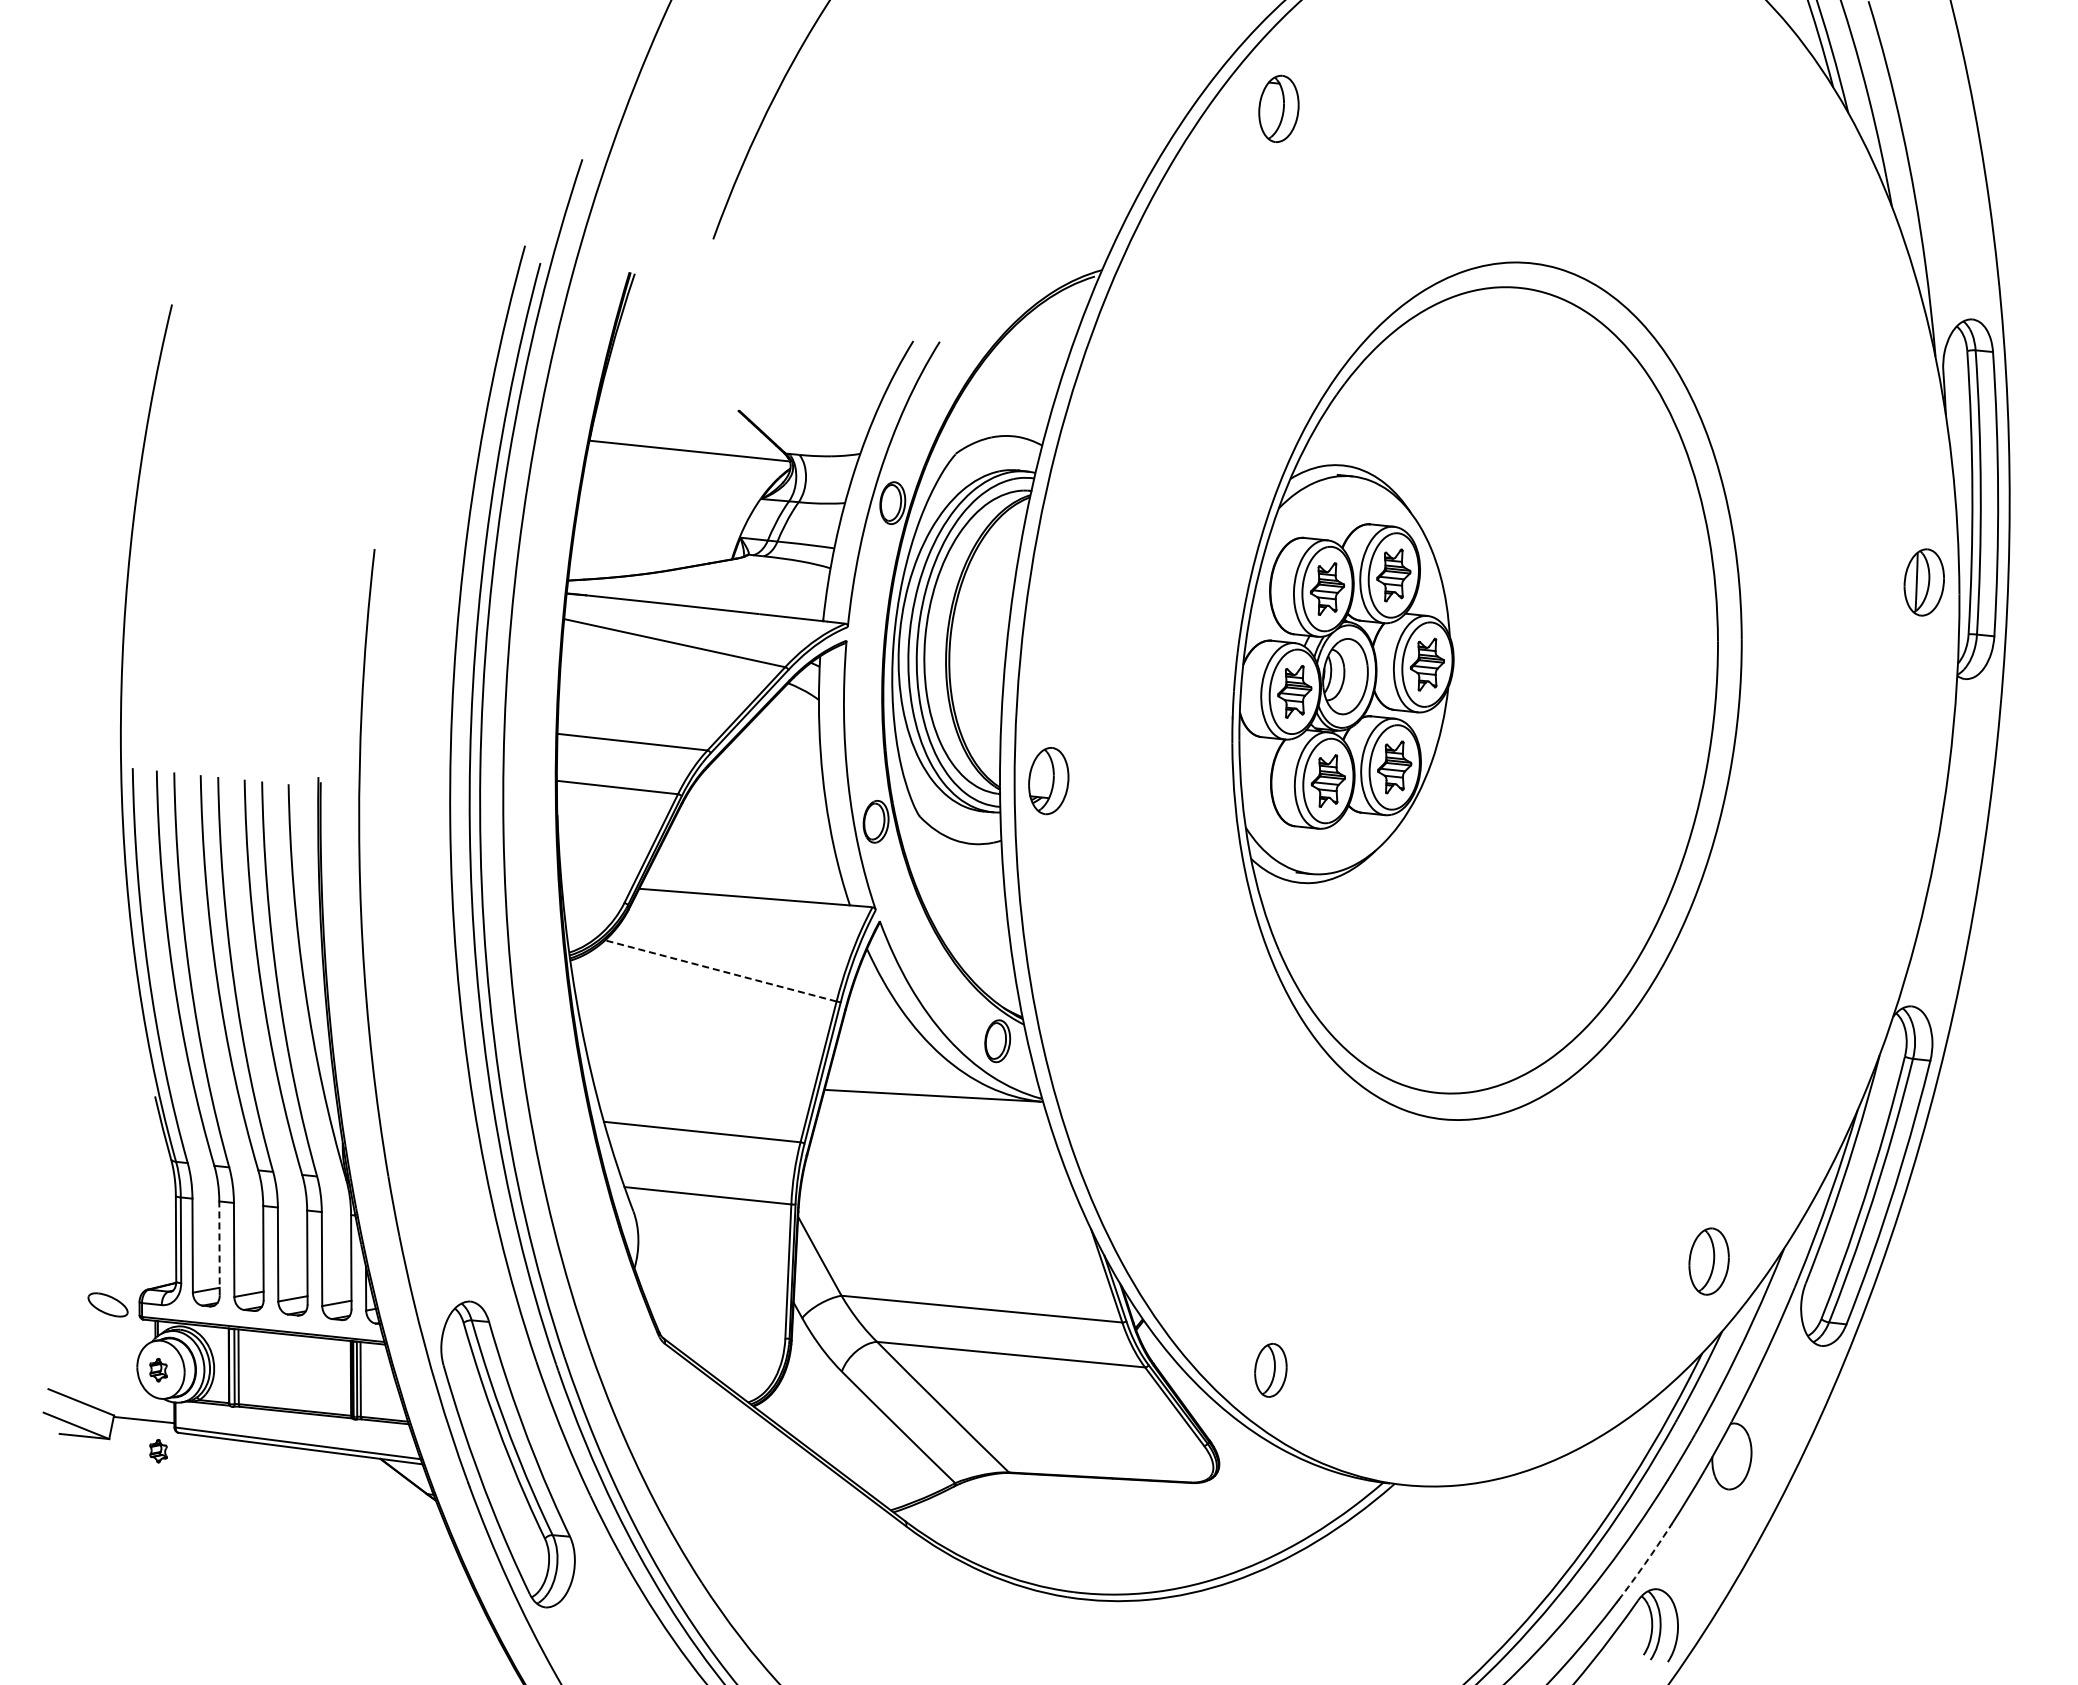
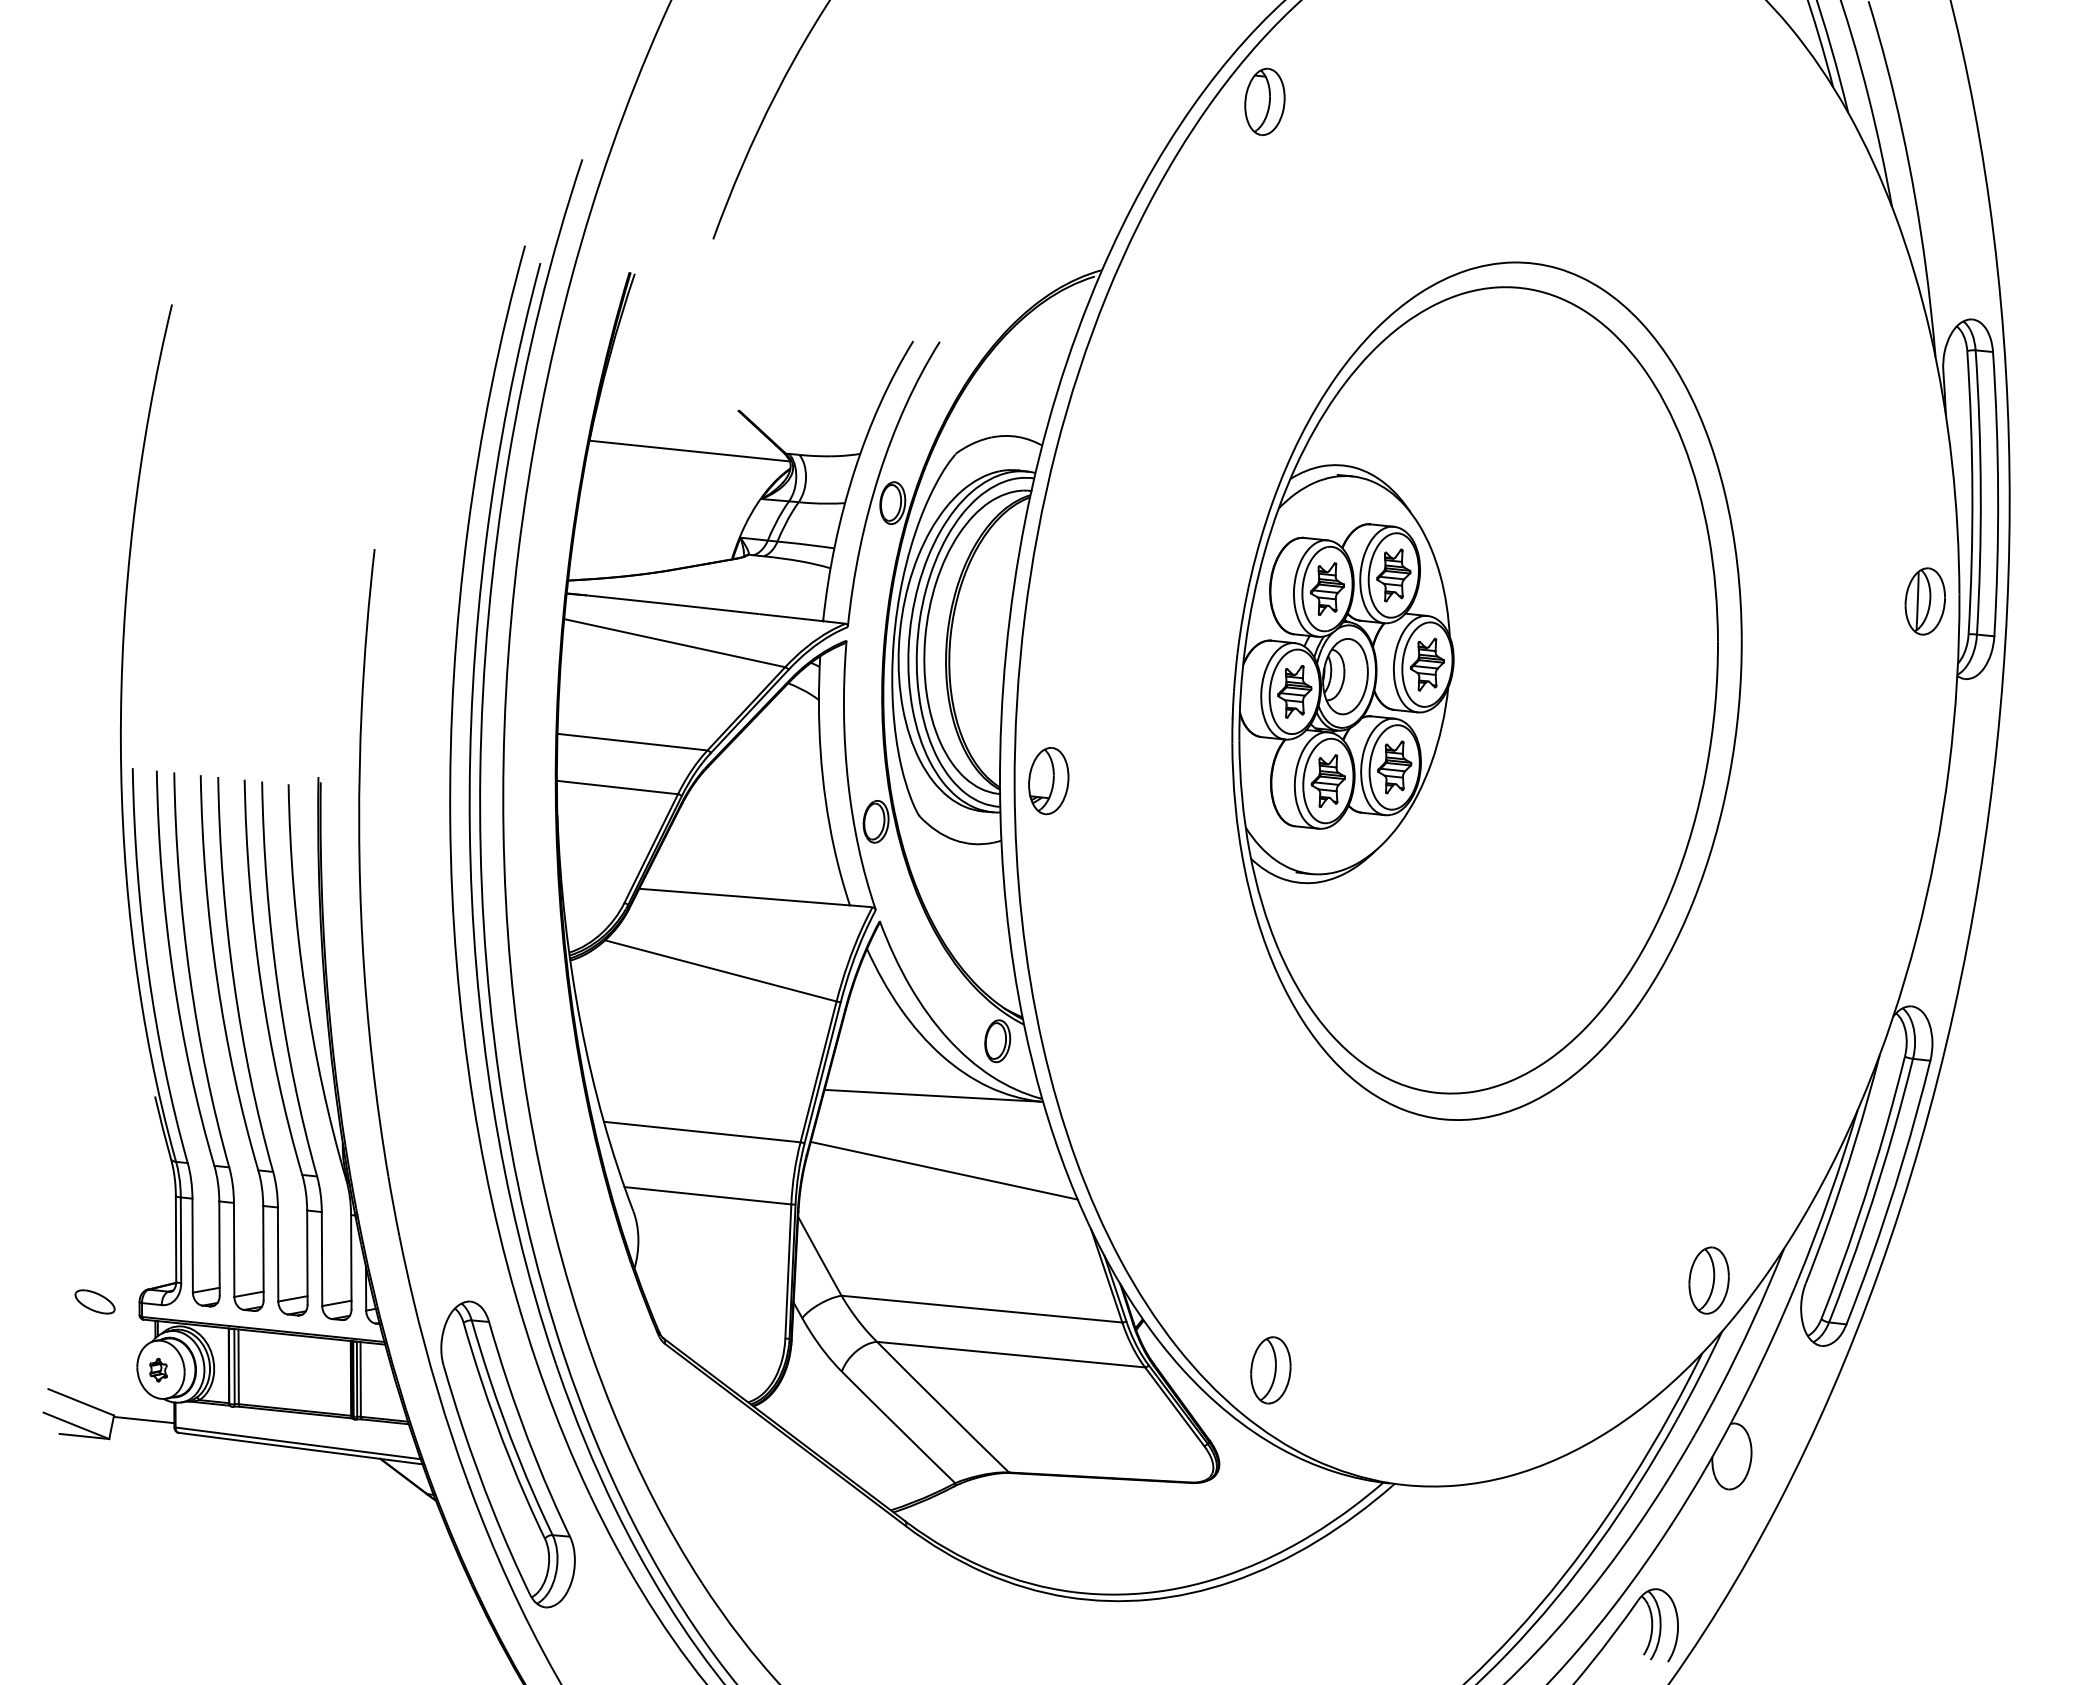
part at (1278, 108) position: (1278, 108) -> (1264, 101)
part at (1923, 582) position: (1923, 582) -> (1924, 601)
line at (720, 970): dashed -> solid
line at (943, 1170): none -> present
line at (219, 1247): dashed -> solid
part at (1708, 1261) position: (1708, 1261) -> (1708, 1280)
part at (107, 1304) position: (107, 1304) -> (94, 1301)
part at (1270, 1370) size: 34x55 px -> 42x69 px
part at (158, 1451): present -> none
arc at (1645, 1563): dashed -> solid
